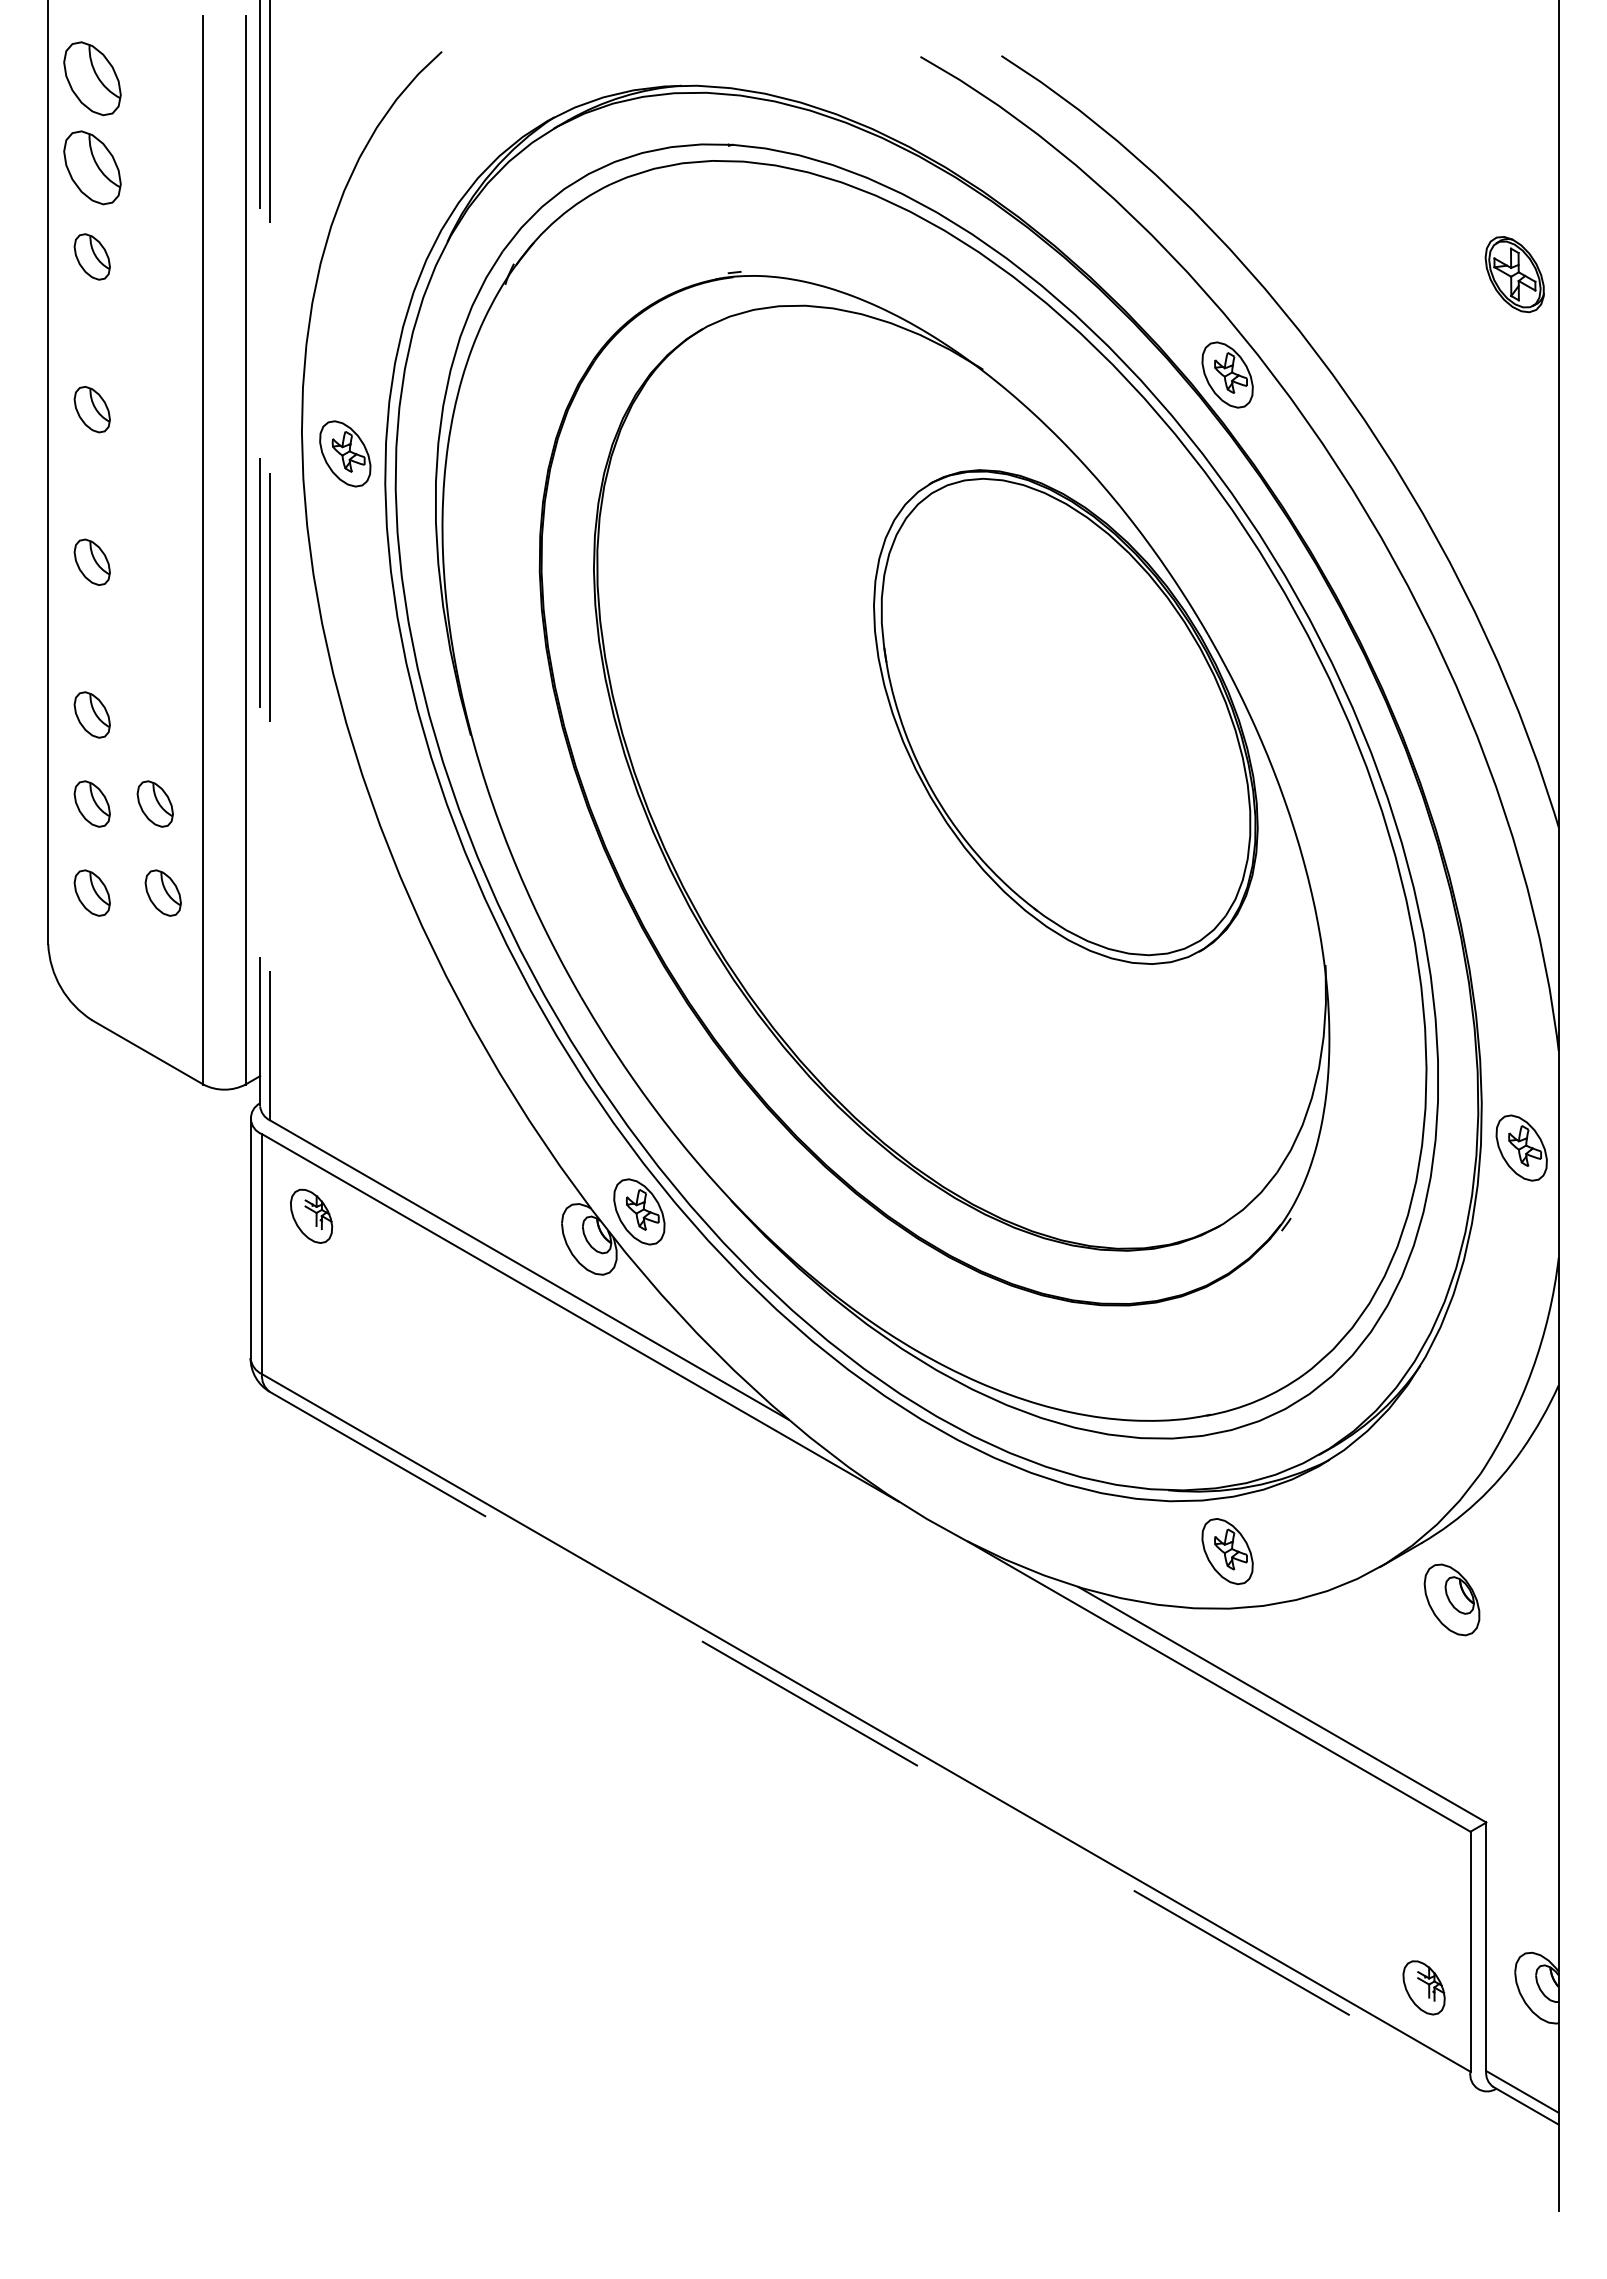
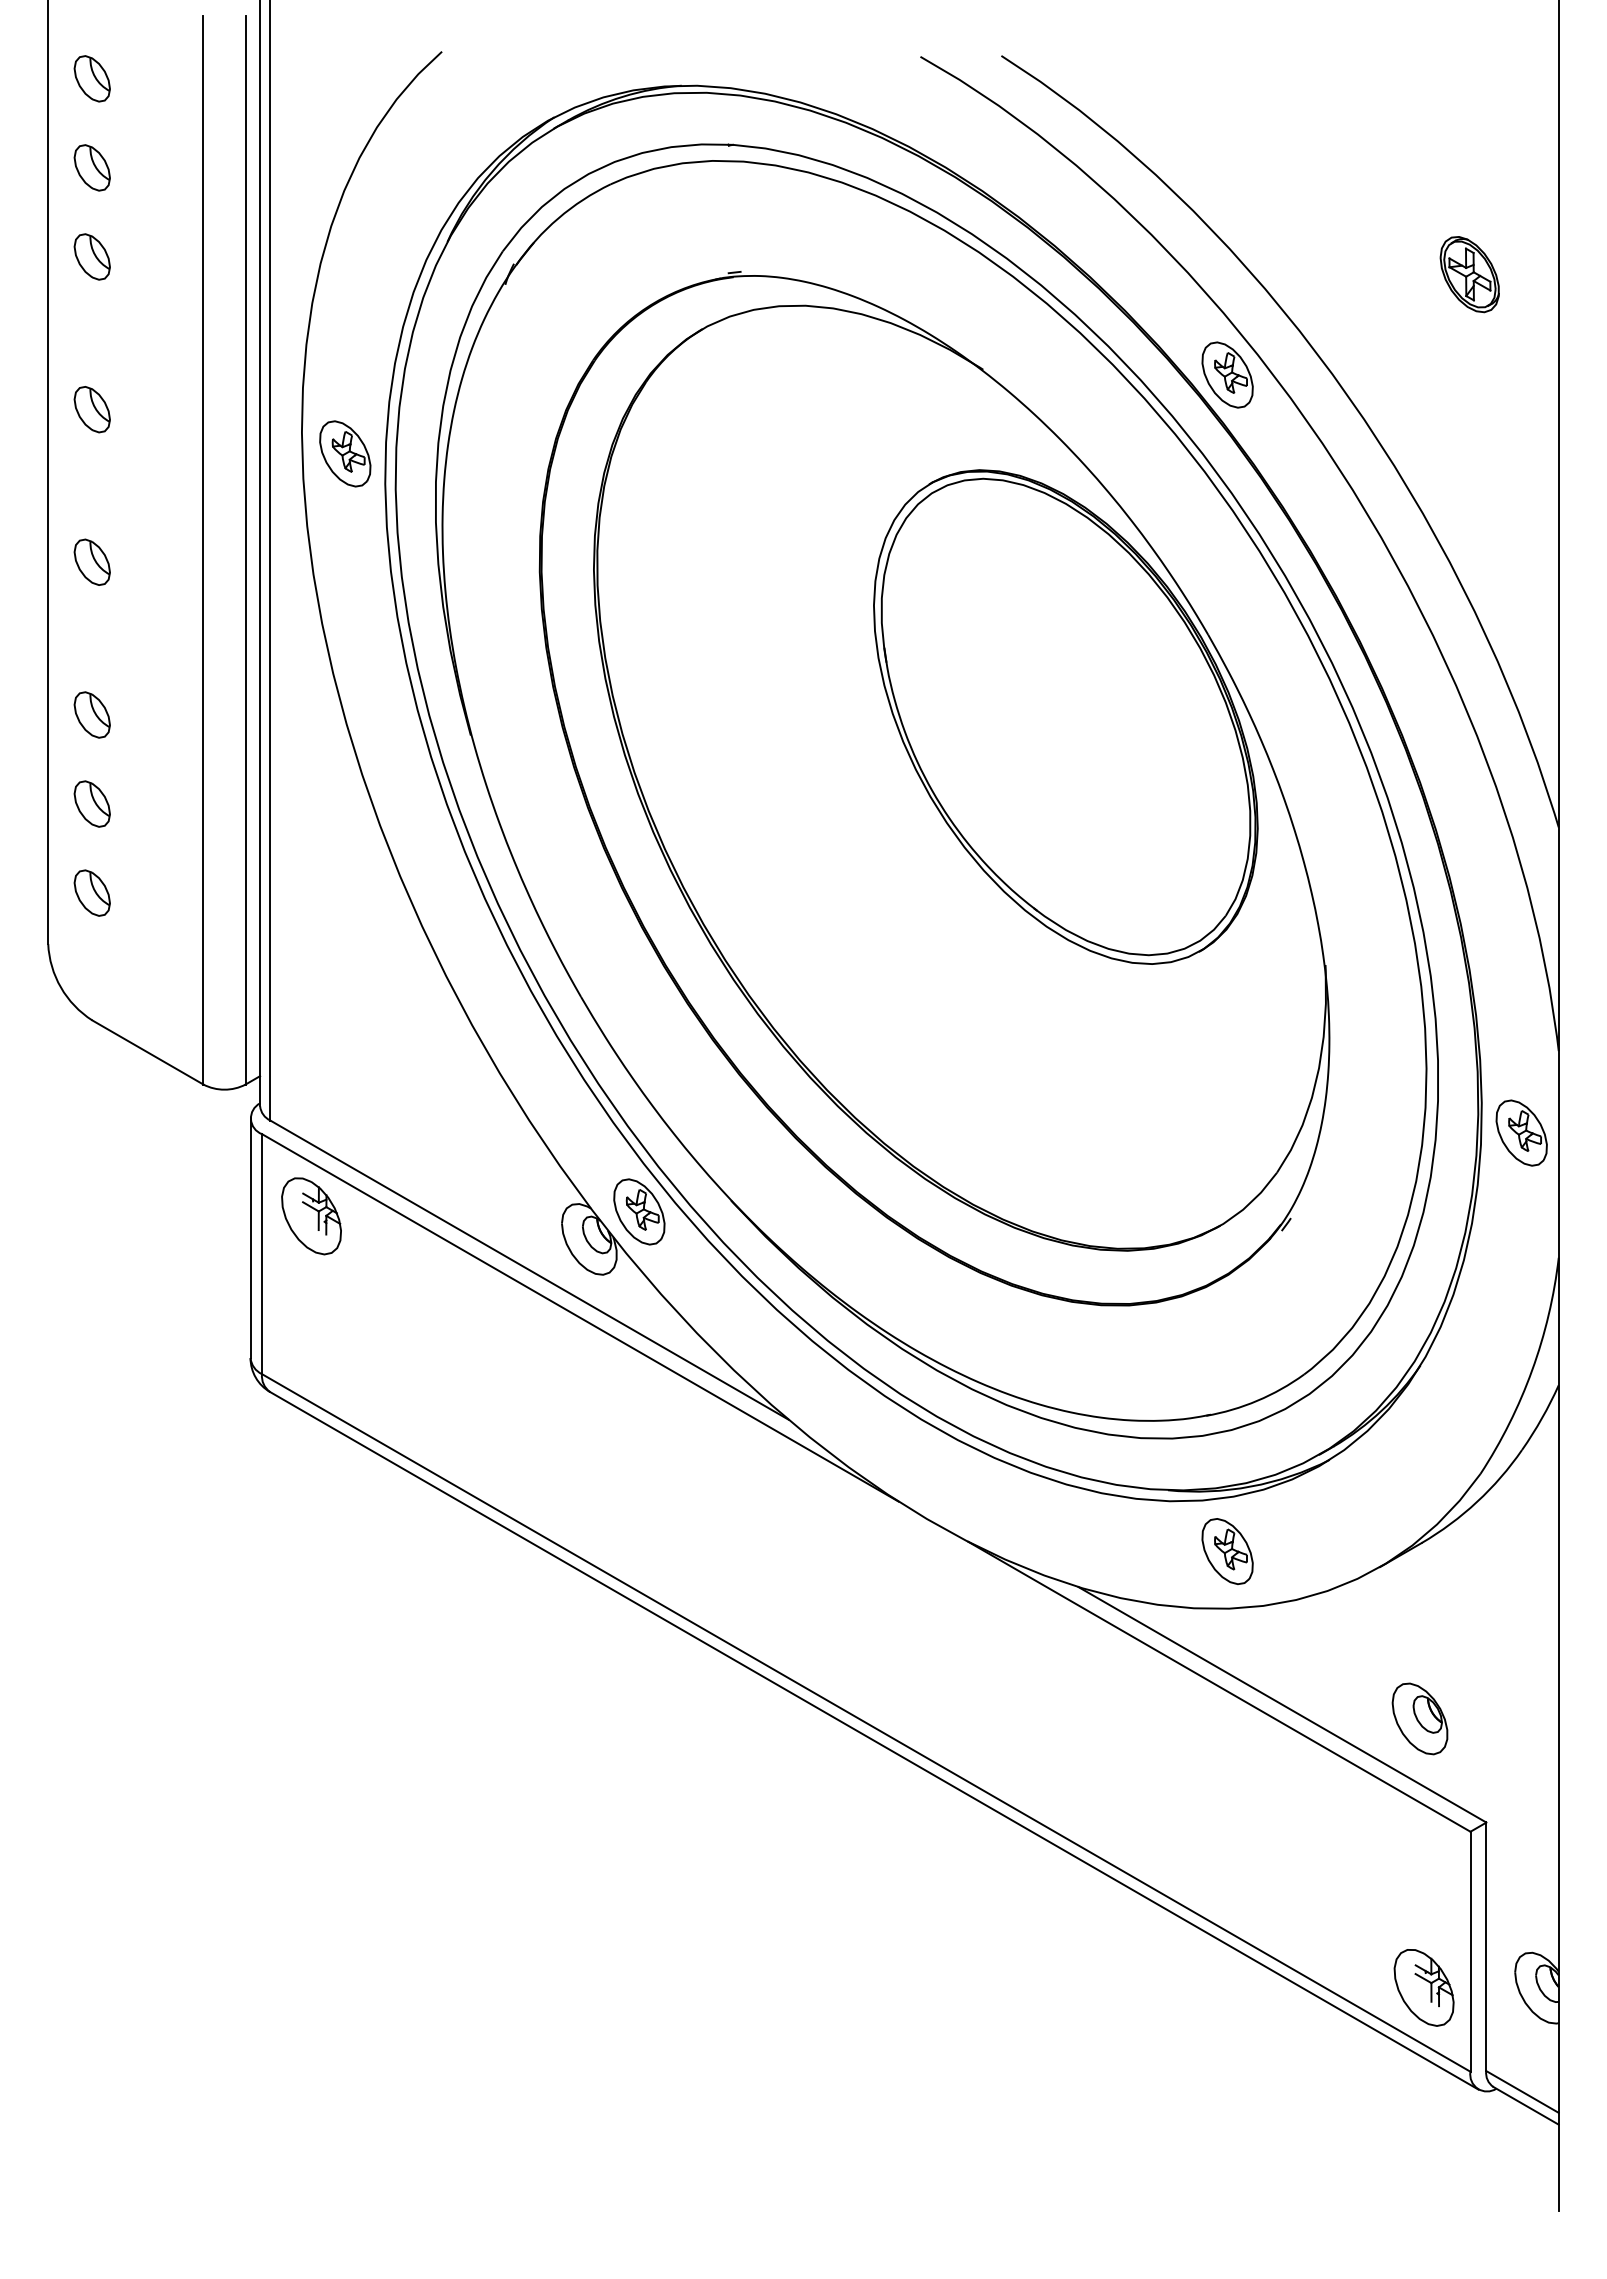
part at (92, 78) size: 59x76 px -> 38x48 px
part at (92, 167) size: 59x76 px -> 38x48 px
part at (1514, 274) position: (1514, 274) -> (1469, 274)
line at (260, 553): dashed -> solid
line at (270, 560): dashed -> solid
part at (154, 803): present -> none
part at (162, 892): present -> none
part at (1521, 1147) position: (1521, 1147) -> (1521, 1132)
part at (311, 1215) size: 44x56 px -> 61x79 px
part at (1451, 1599) position: (1451, 1599) -> (1419, 1718)
line at (874, 1740): dashed -> solid
part at (1423, 1987) size: 44x56 px -> 62x78 px
